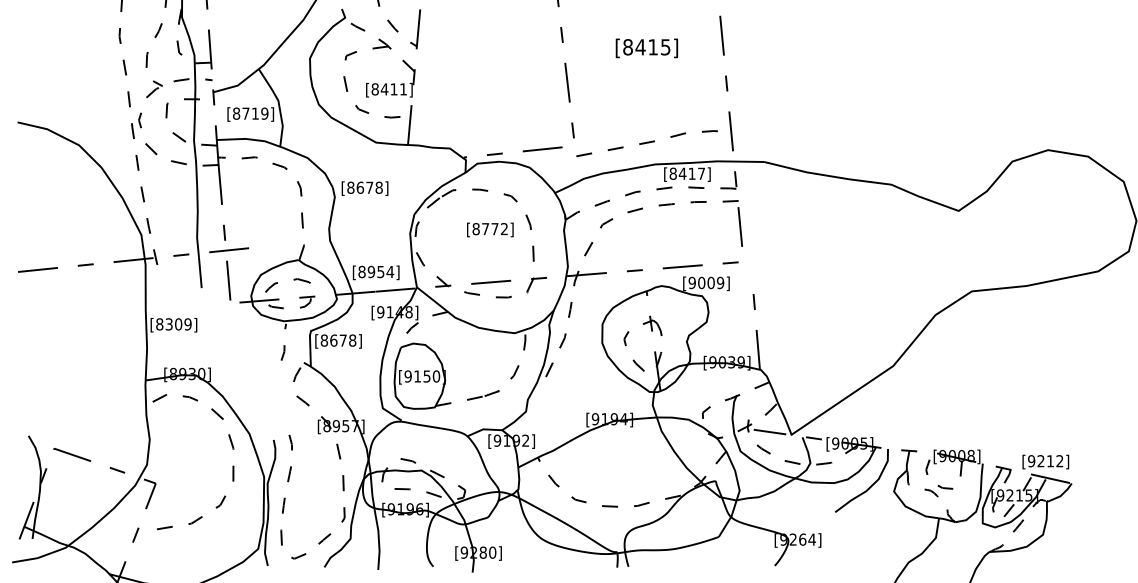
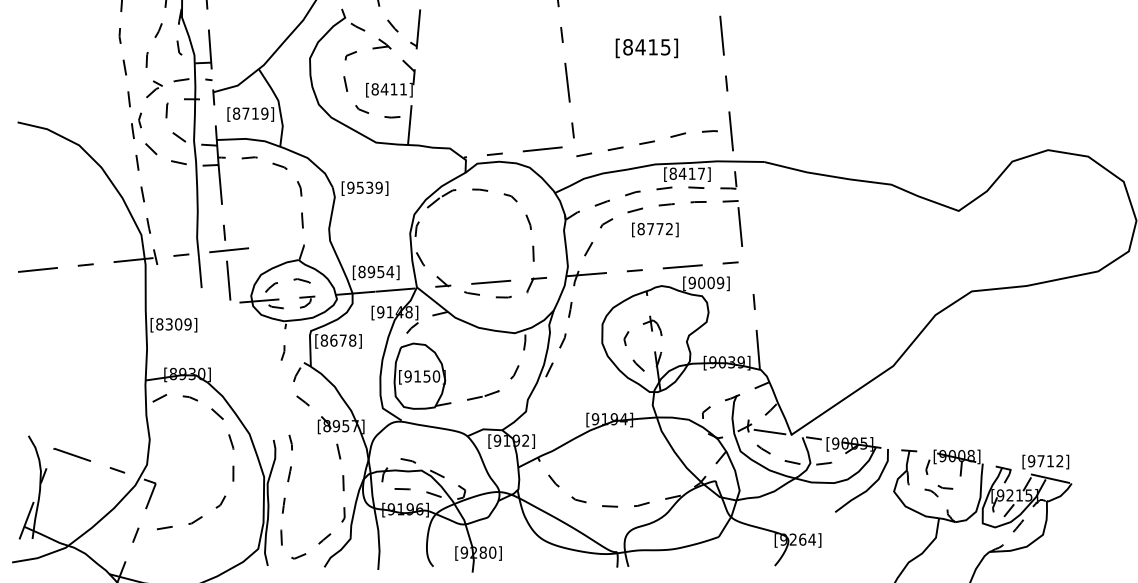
text at (364, 187): [8678] -> [9539]
text at (490, 229) position: (490, 229) -> (655, 229)
text at (1040, 461): [9212] -> [9712]
